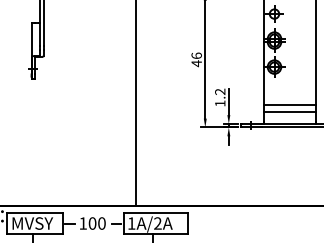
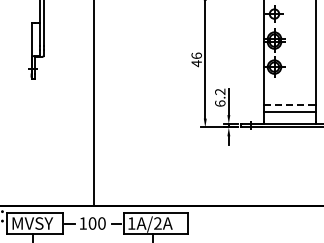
line at (135, 103) position: (135, 103) -> (93, 103)
text at (220, 103): 1.2 -> 6.2
line at (289, 105): solid -> dashed
